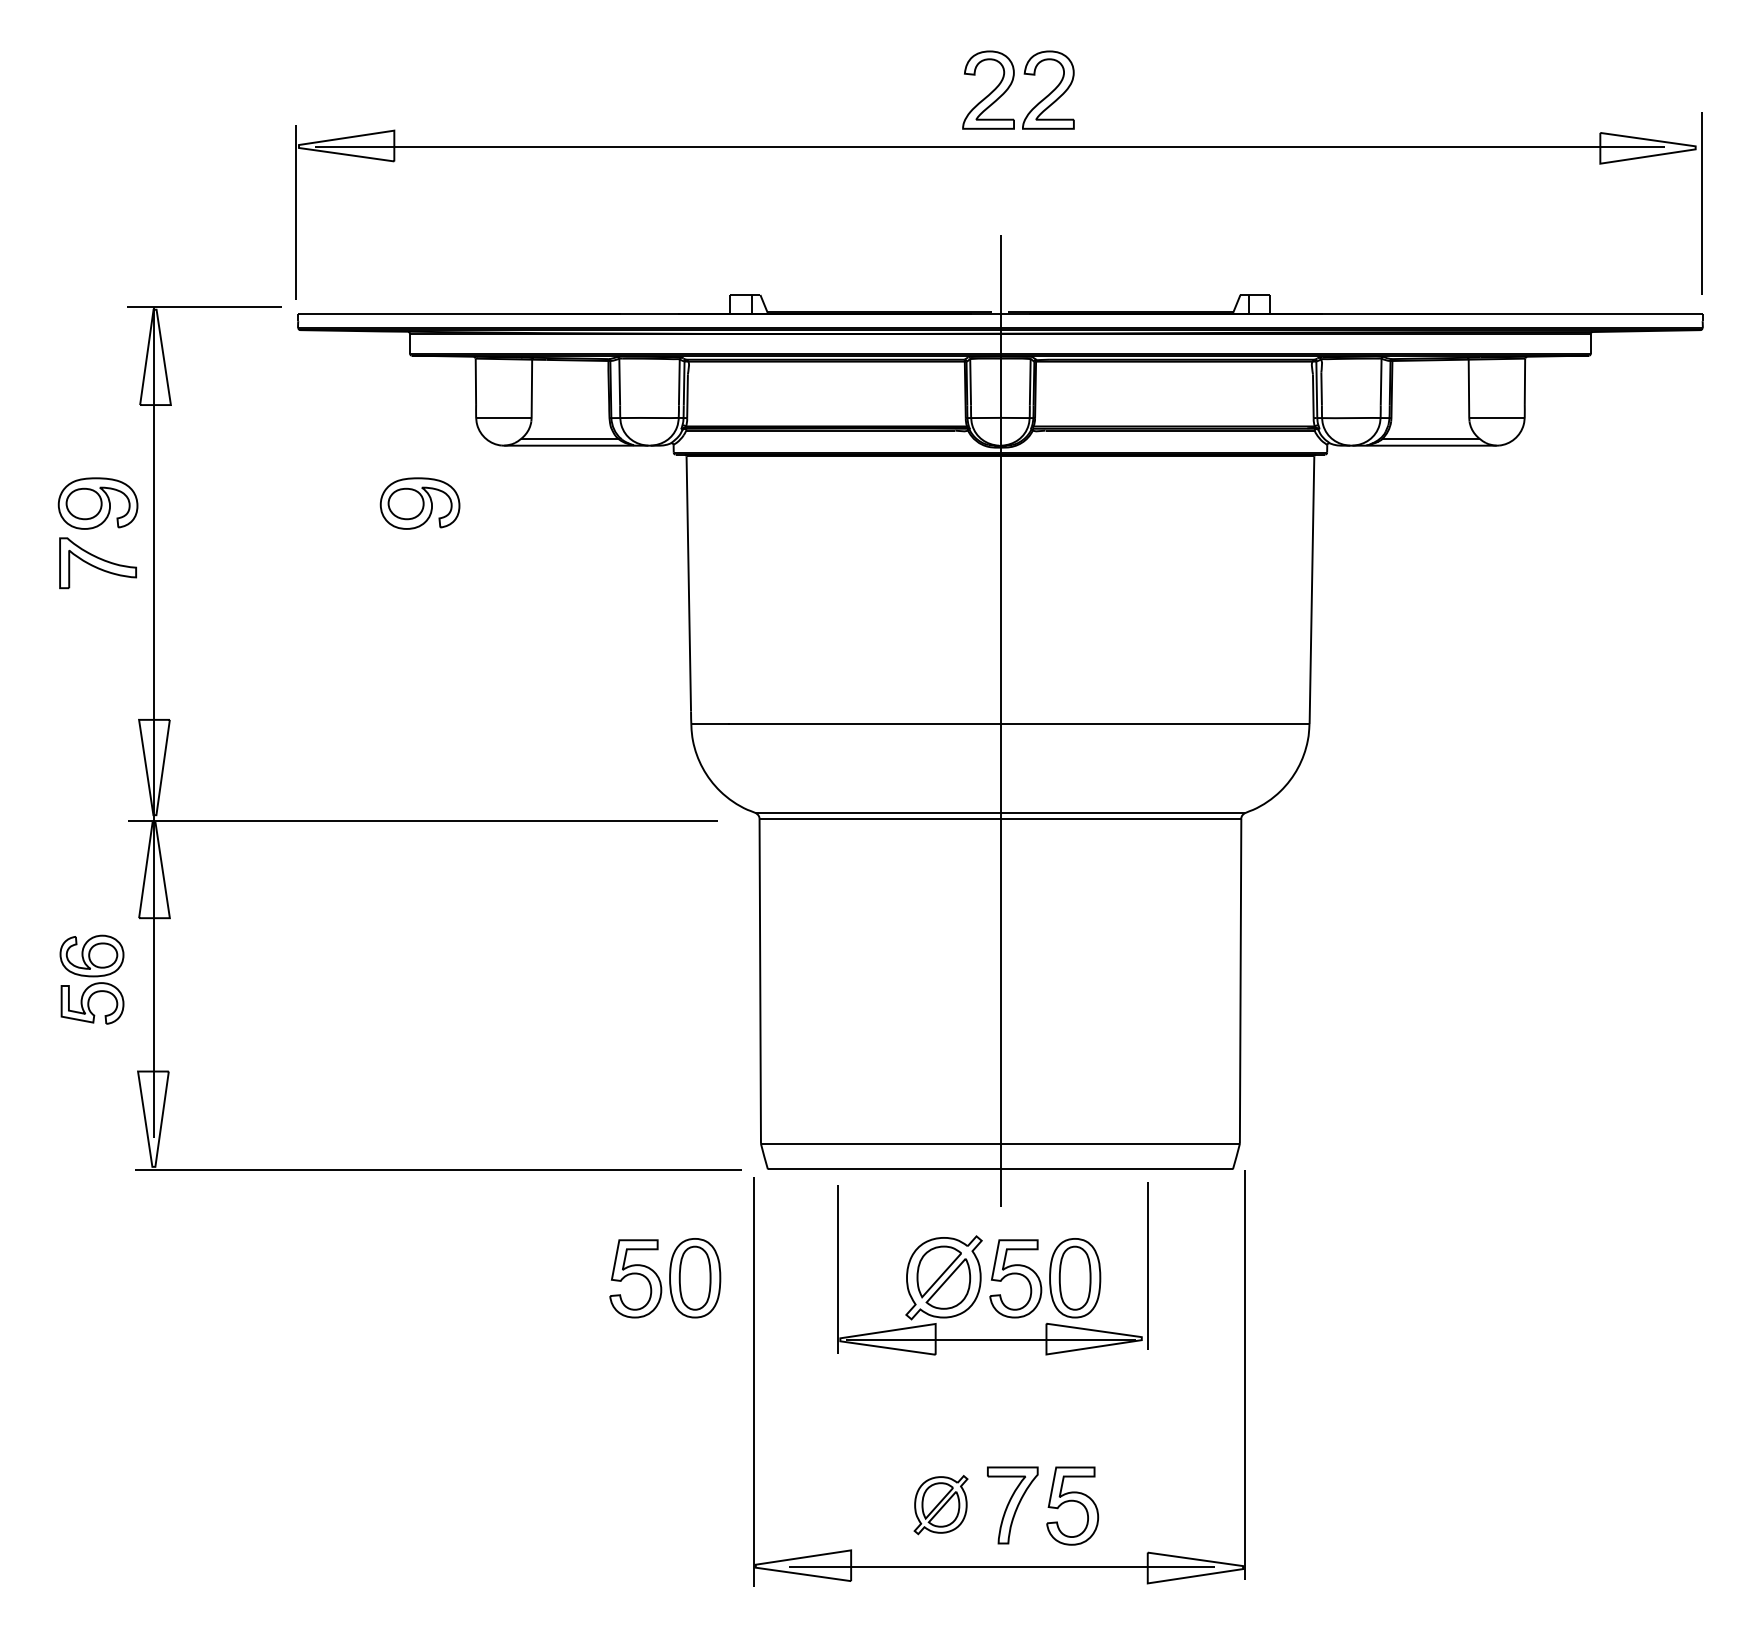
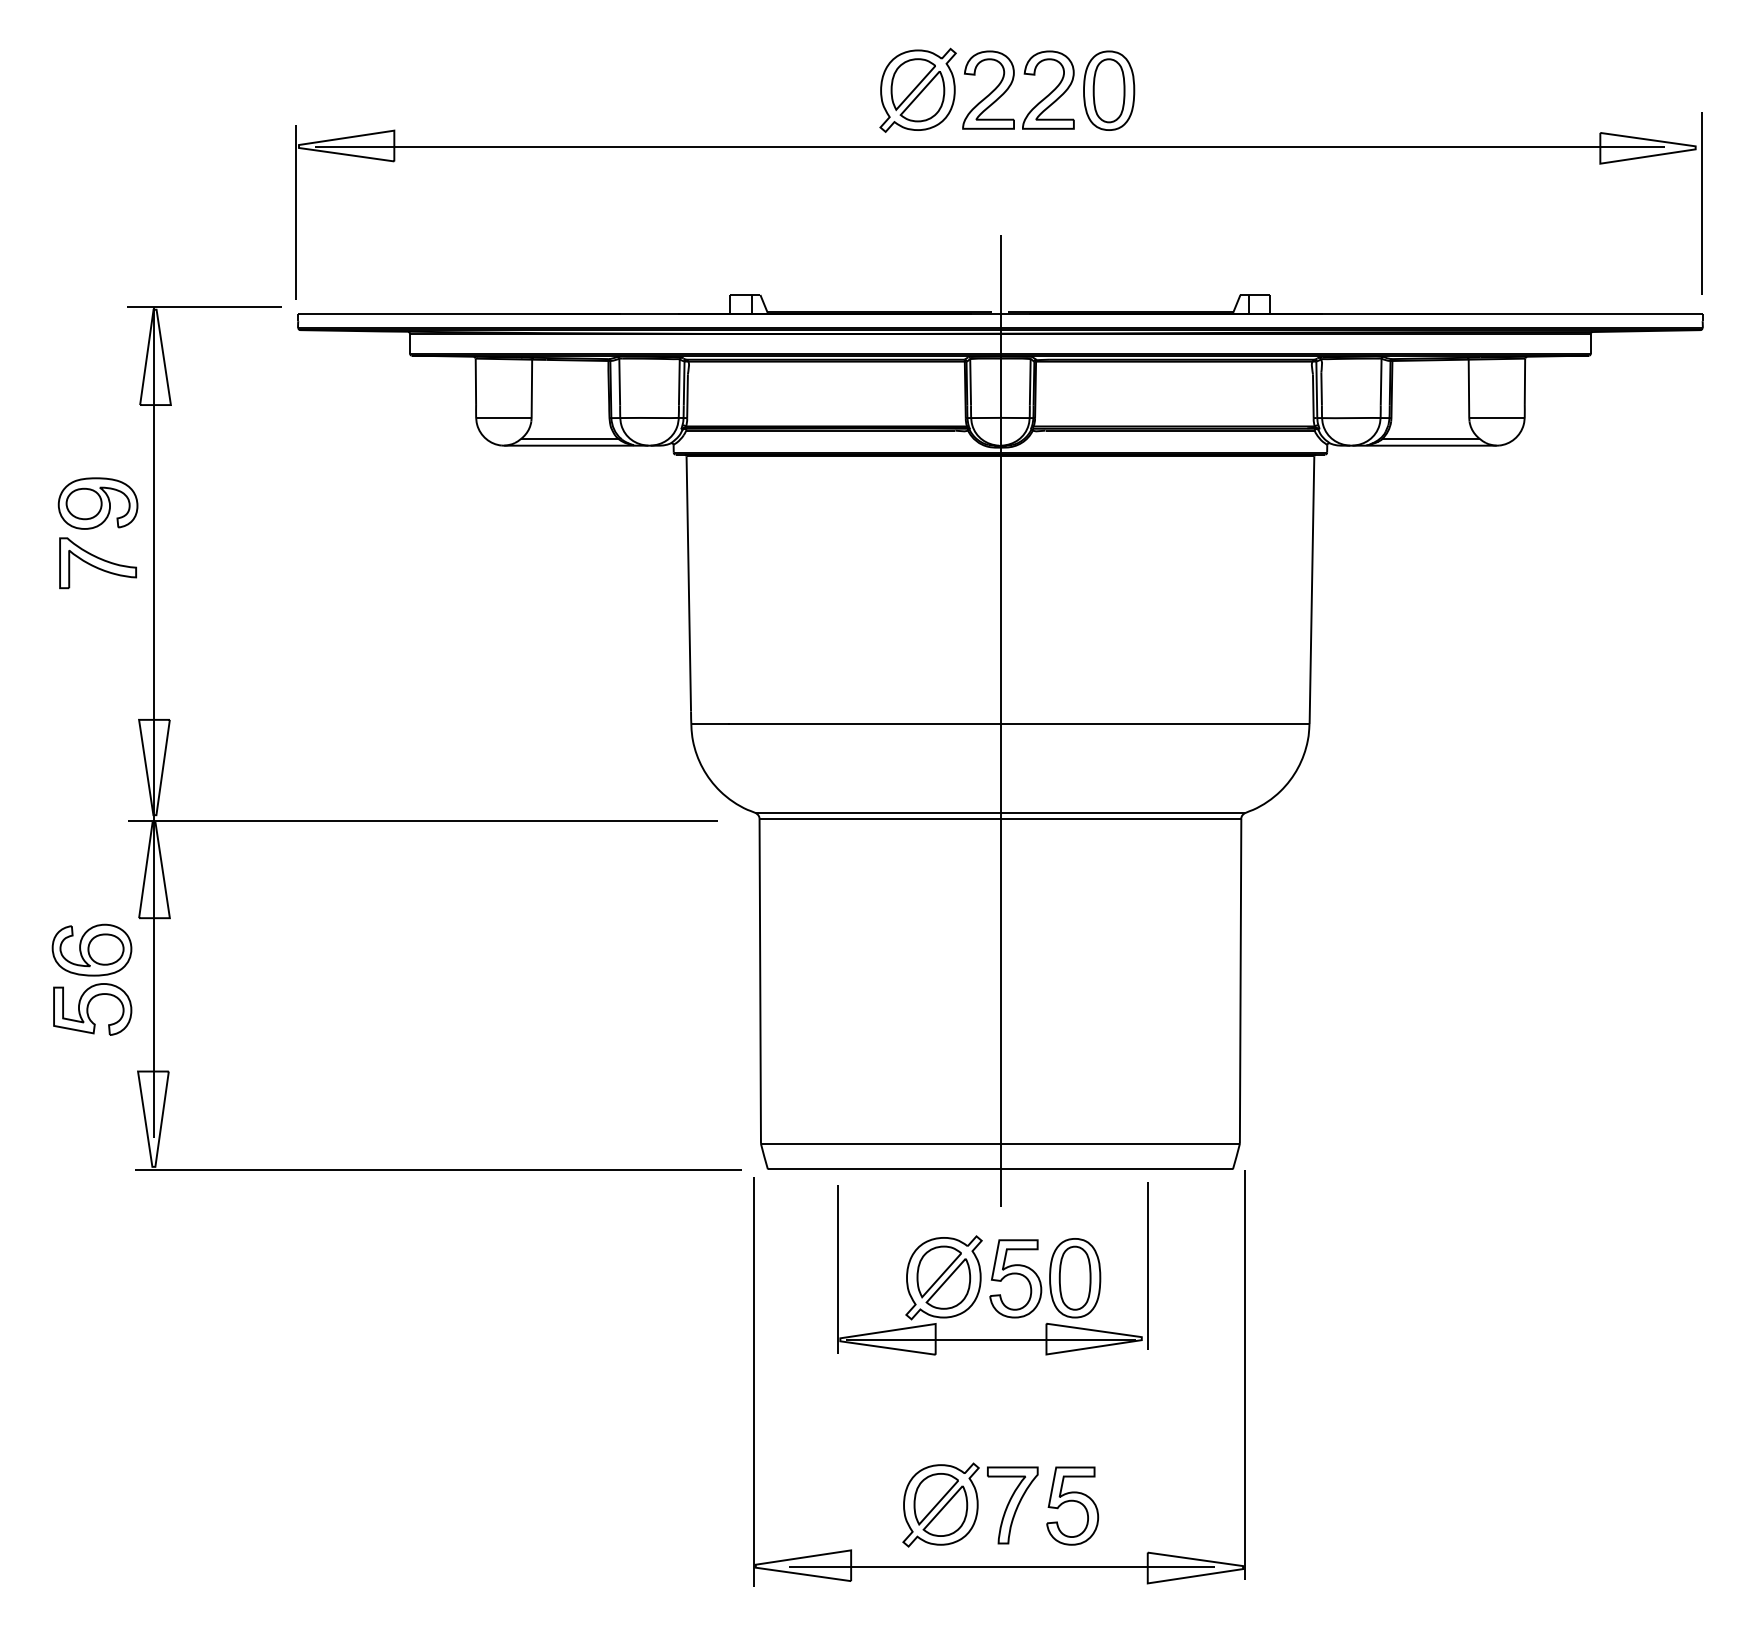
part at (917, 89): none -> present
part at (1109, 90): none -> present
part at (419, 503): present -> none
part at (91, 979) size: 66x91 px -> 82x113 px
part at (665, 1278): present -> none
part at (940, 1505) size: 56x61 px -> 78x86 px
